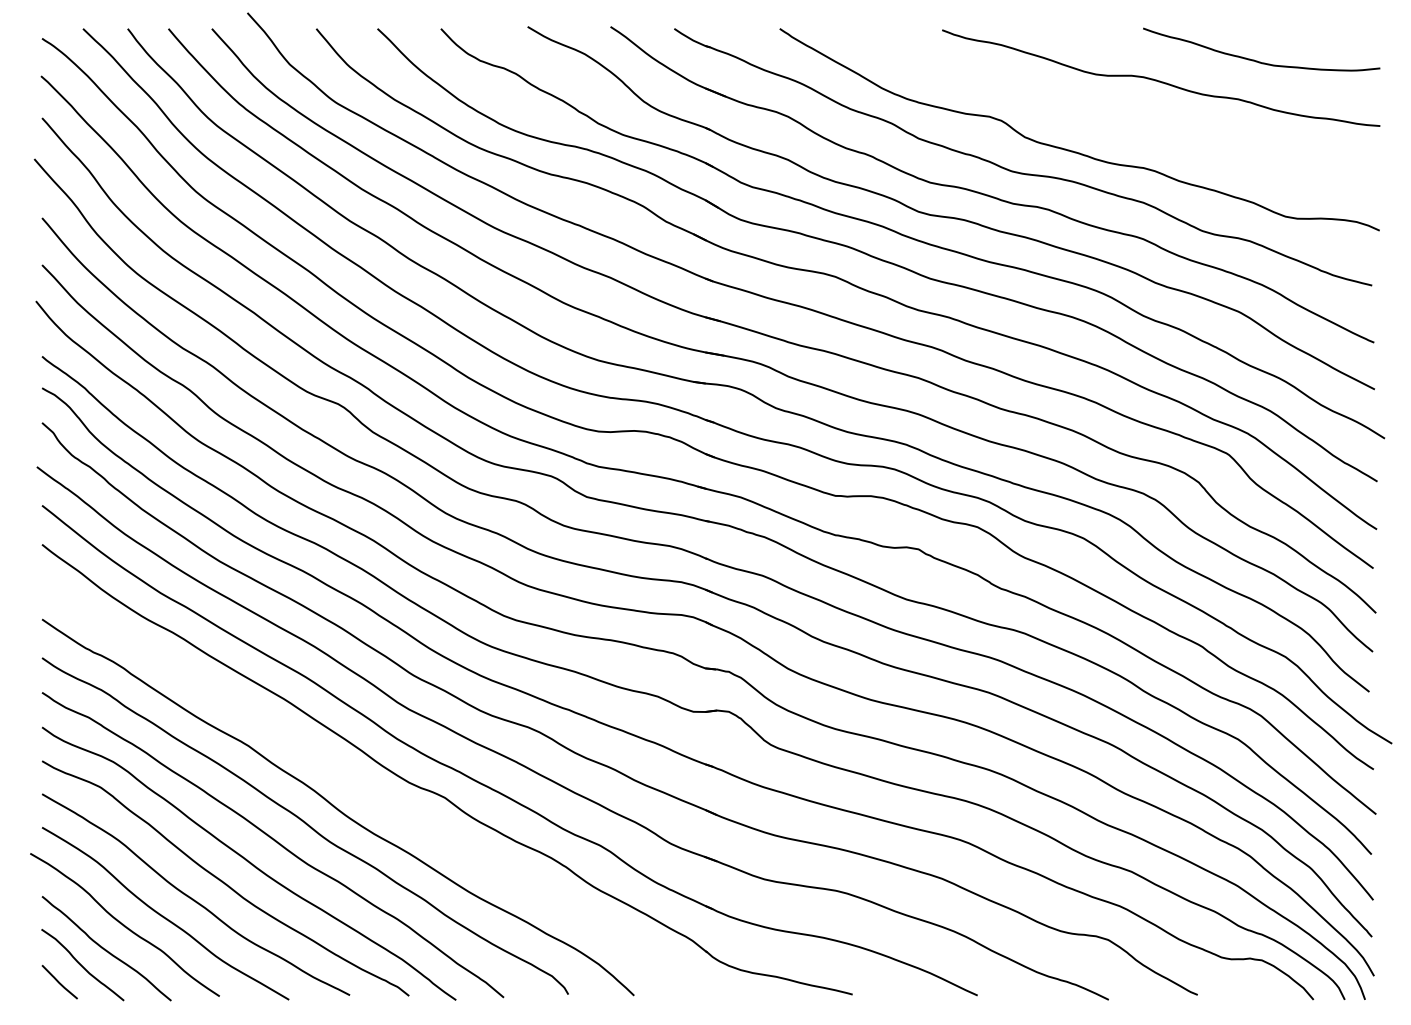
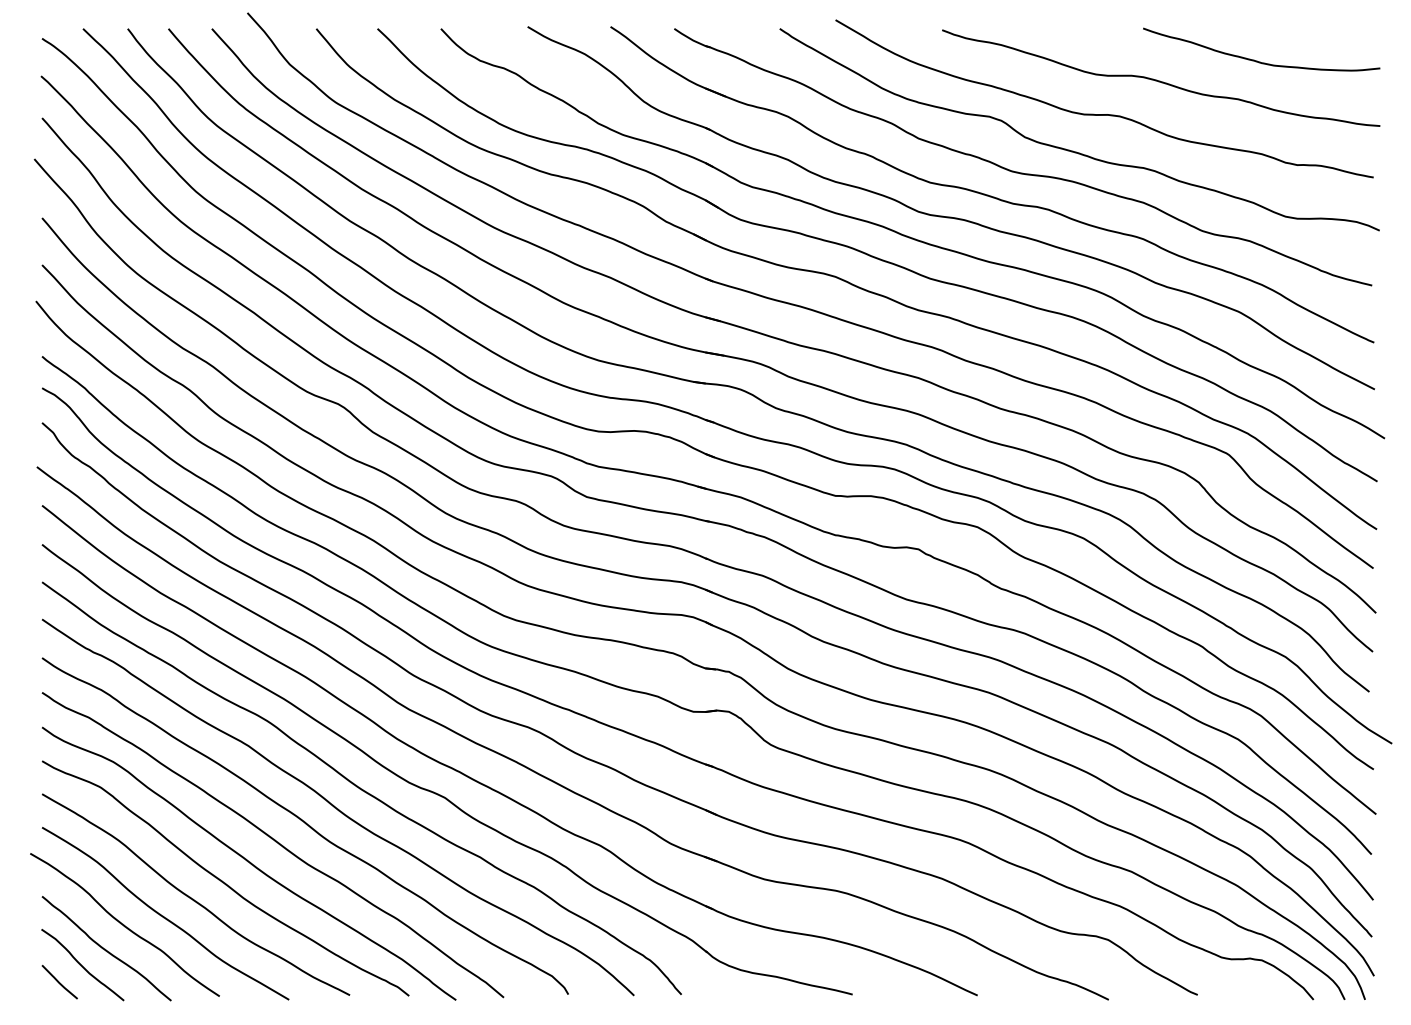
curve at (1104, 114): none -> present
curve at (360, 787): none -> present
